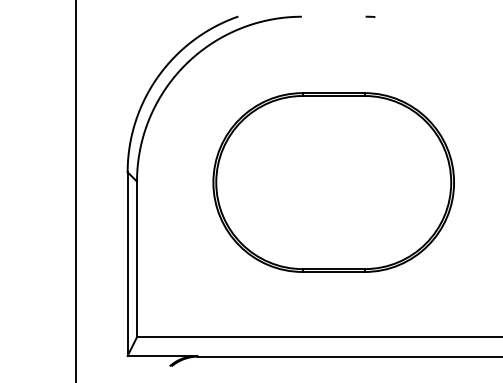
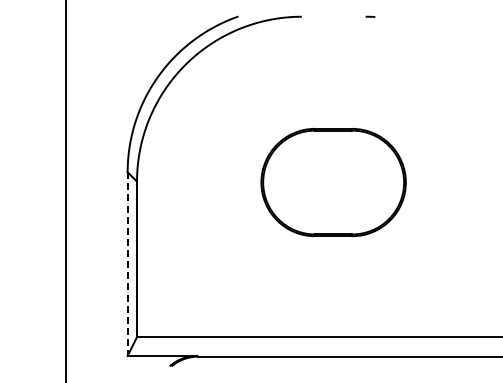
part at (333, 182) size: 243x181 px -> 147x110 px
line at (76, 190) position: (76, 190) -> (66, 190)
line at (127, 264): solid -> dashed
